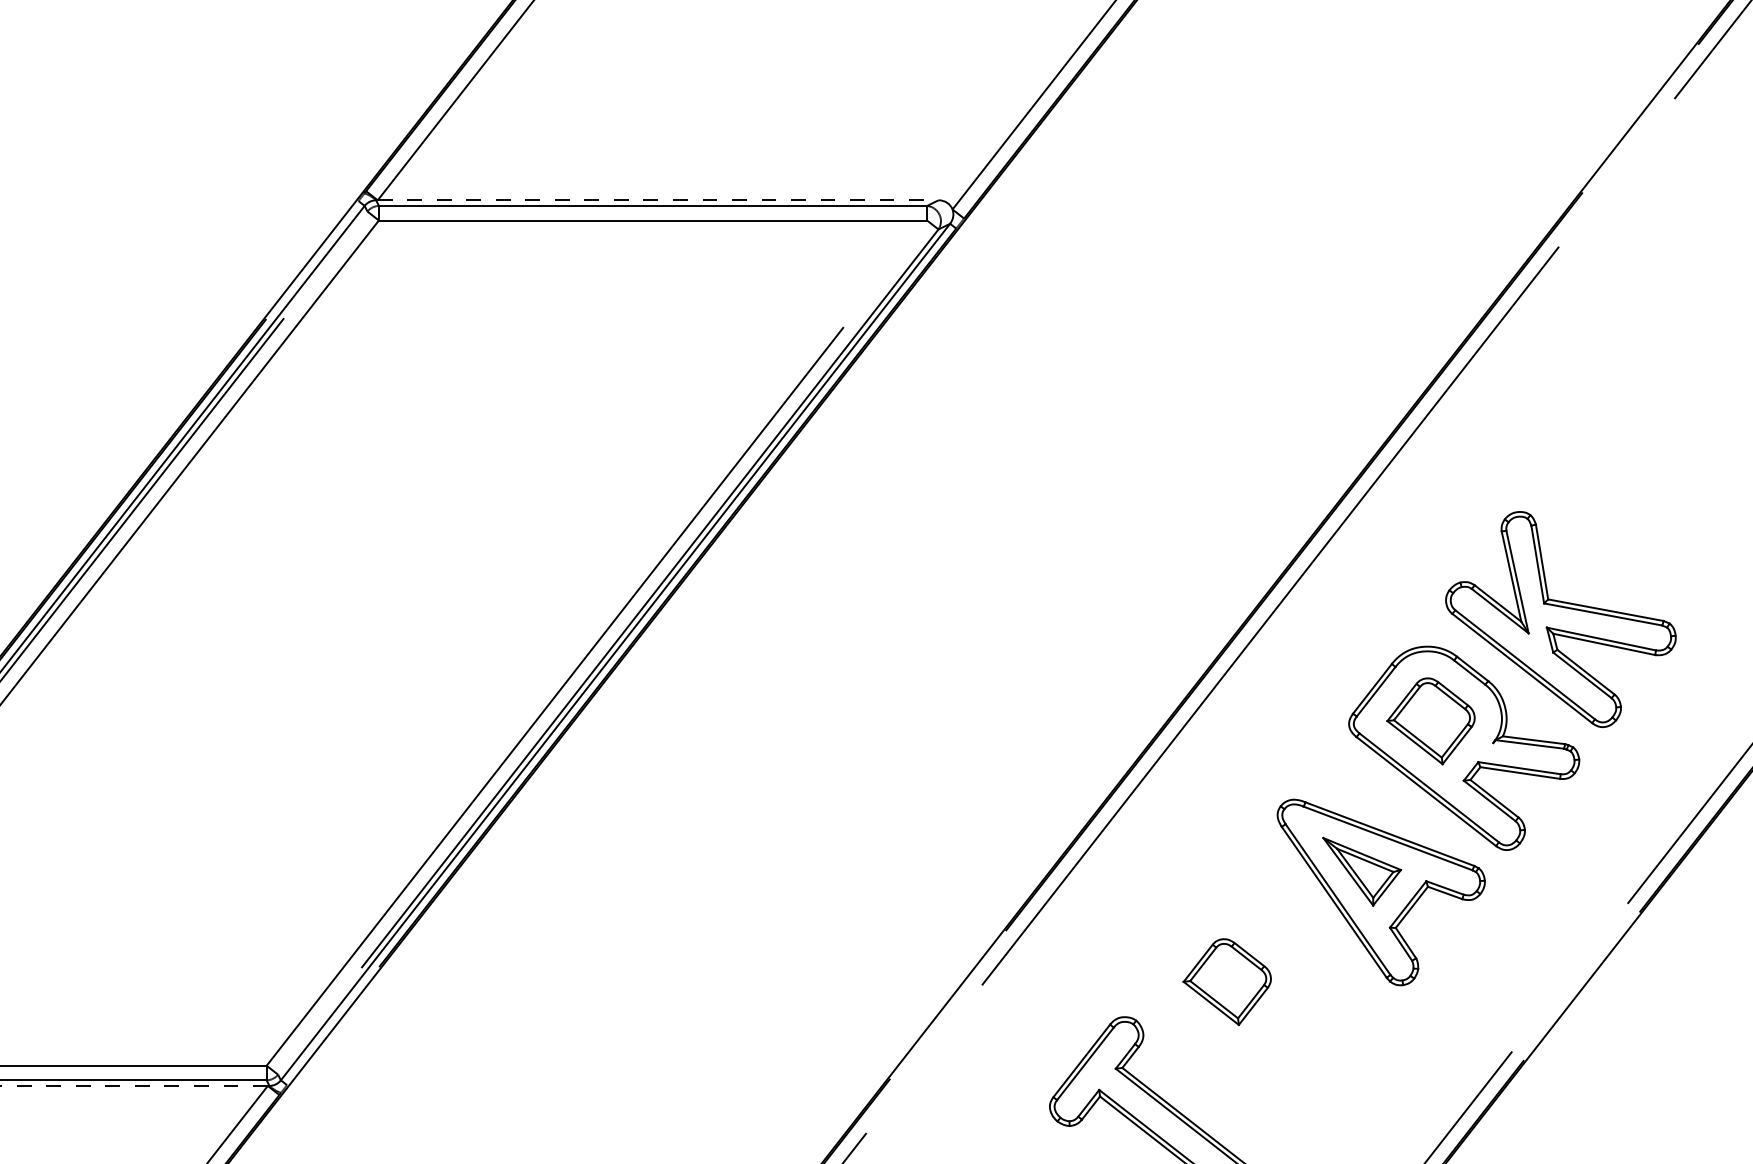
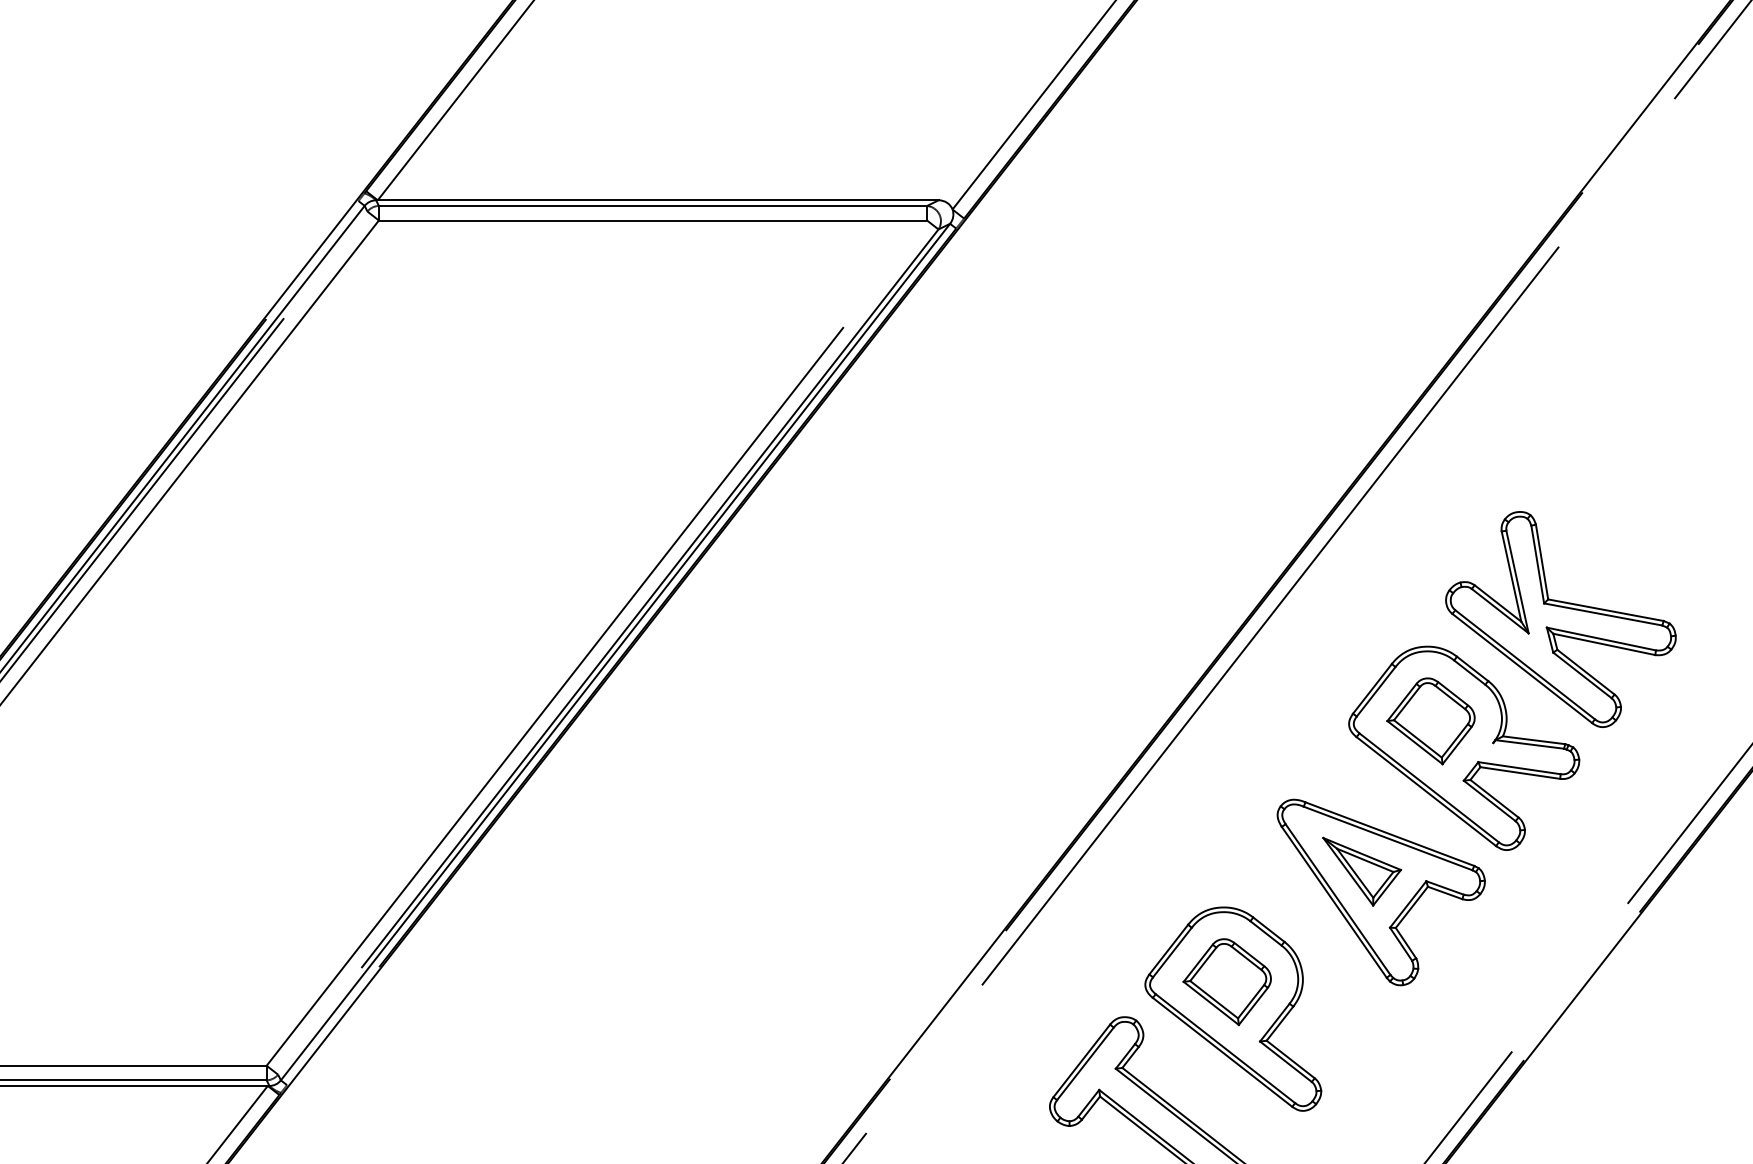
line at (658, 200): dashed -> solid
part at (1233, 1008): none -> present
line at (133, 1085): dashed -> solid
